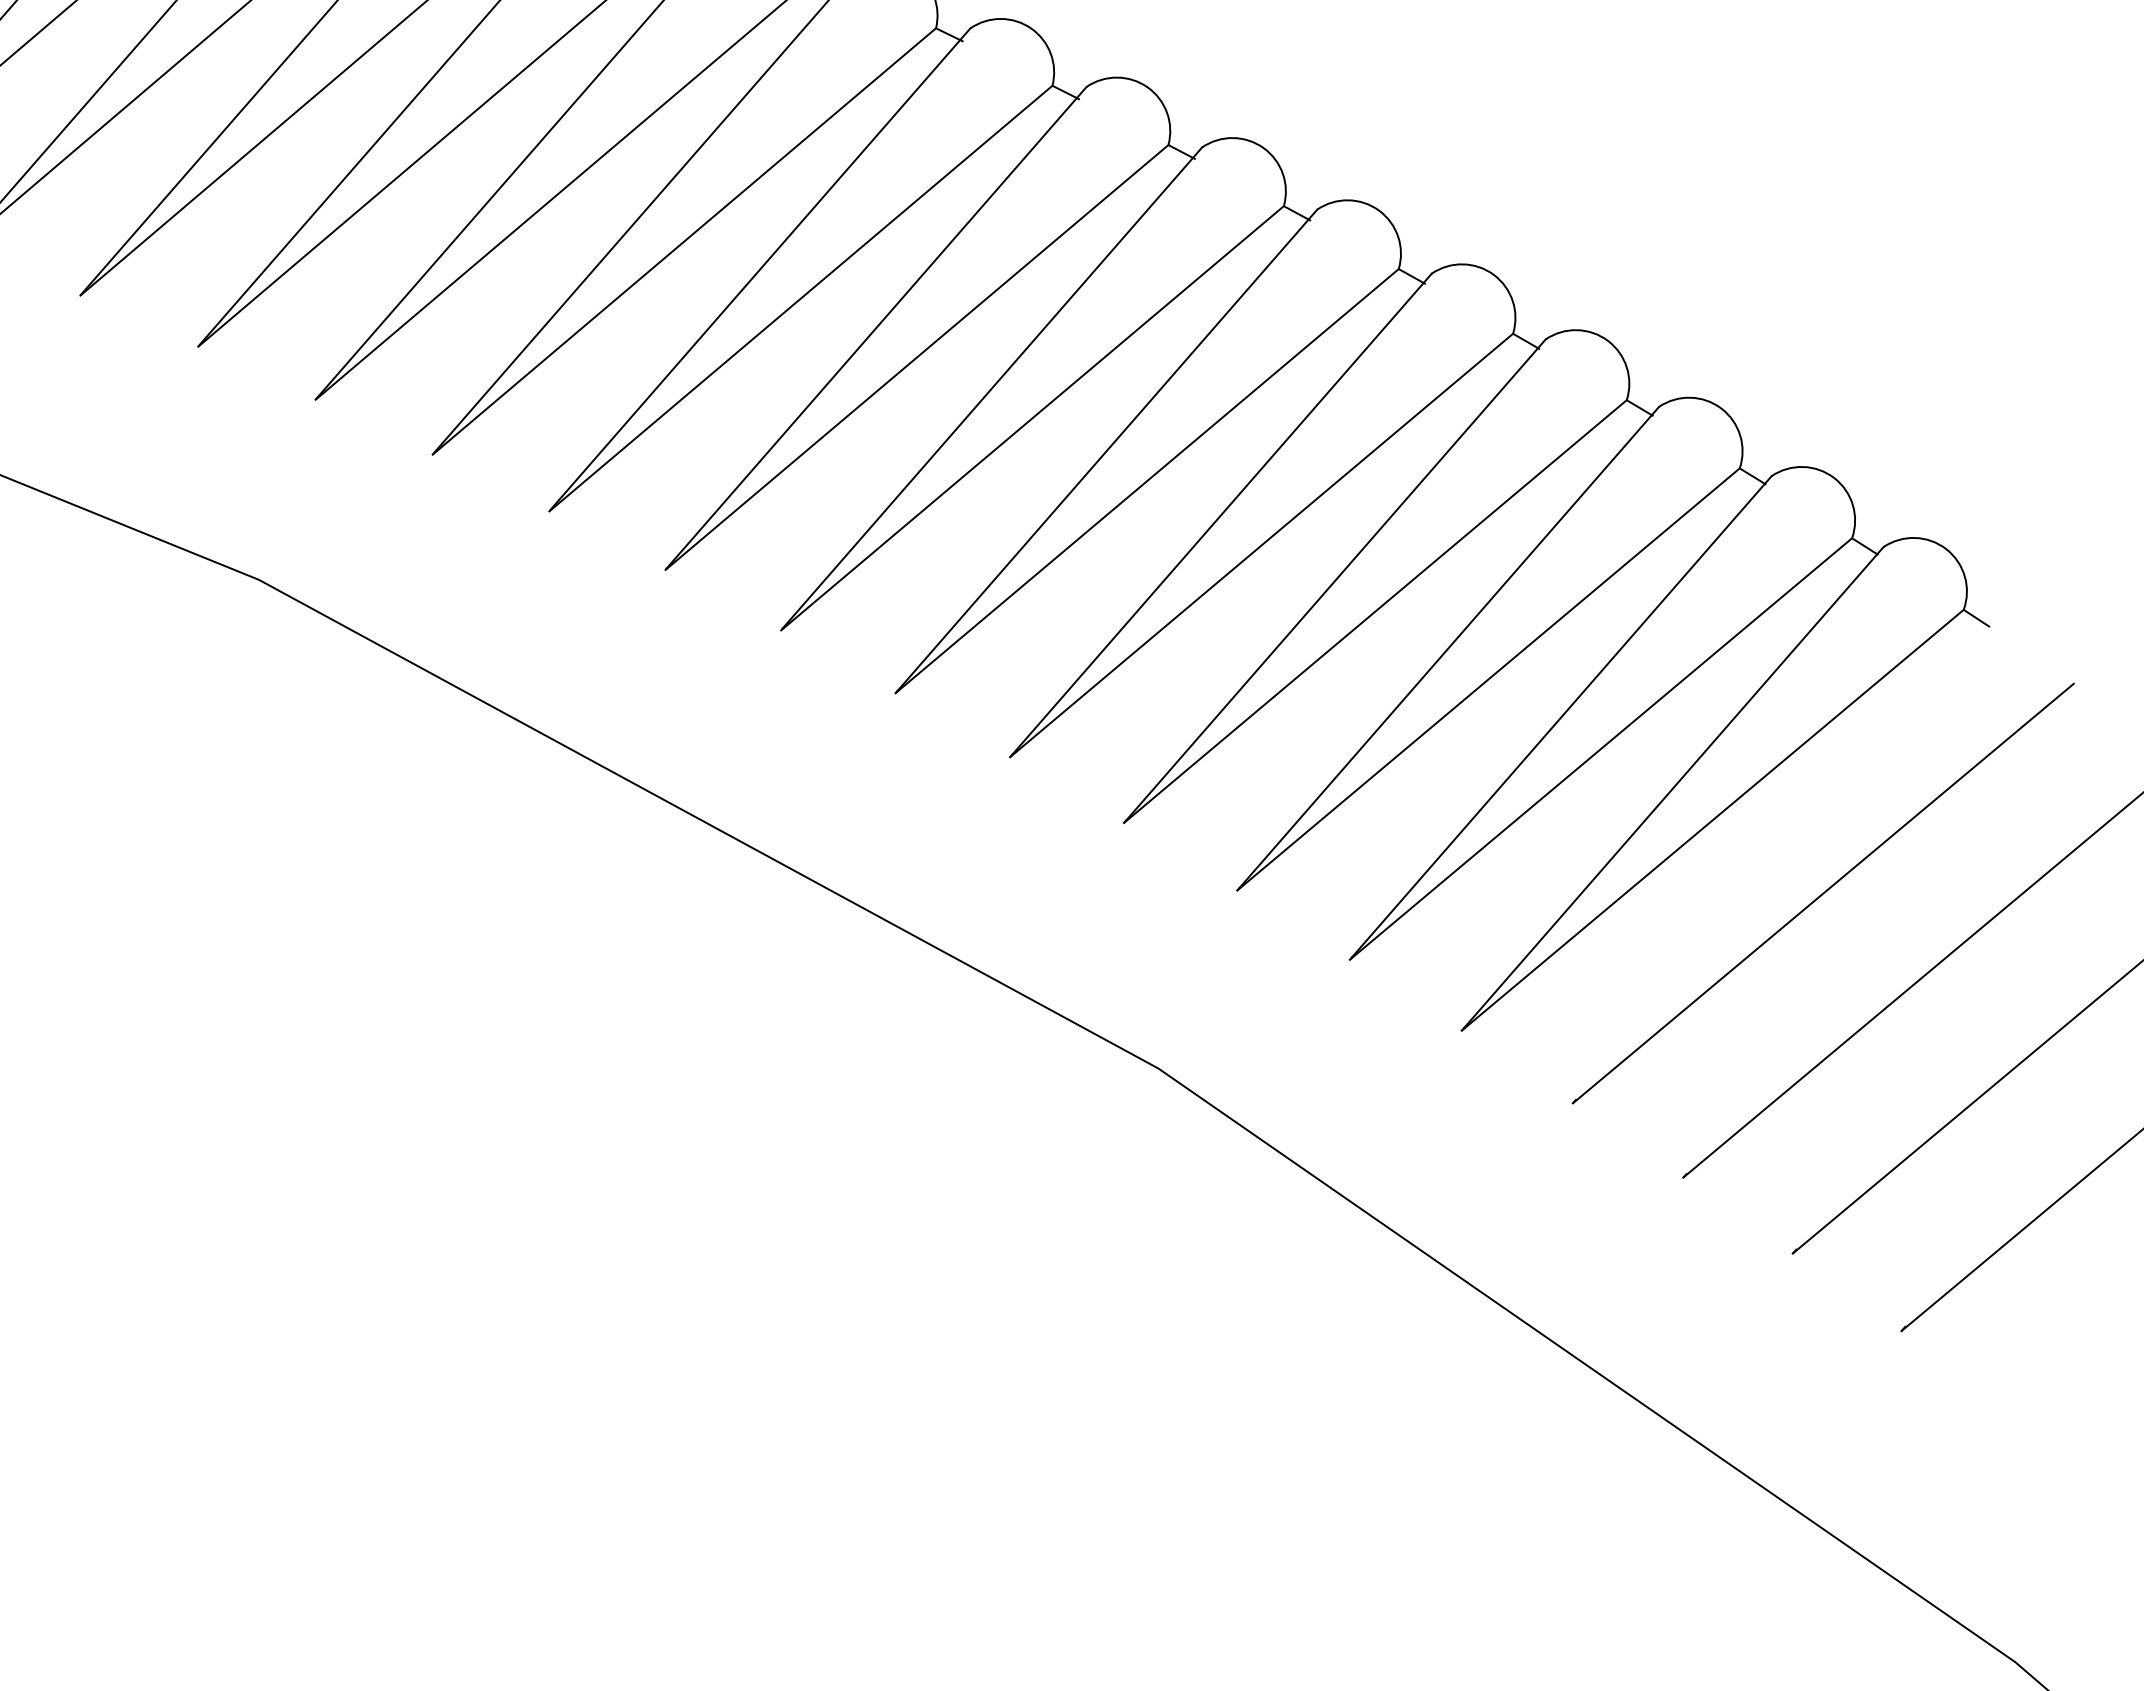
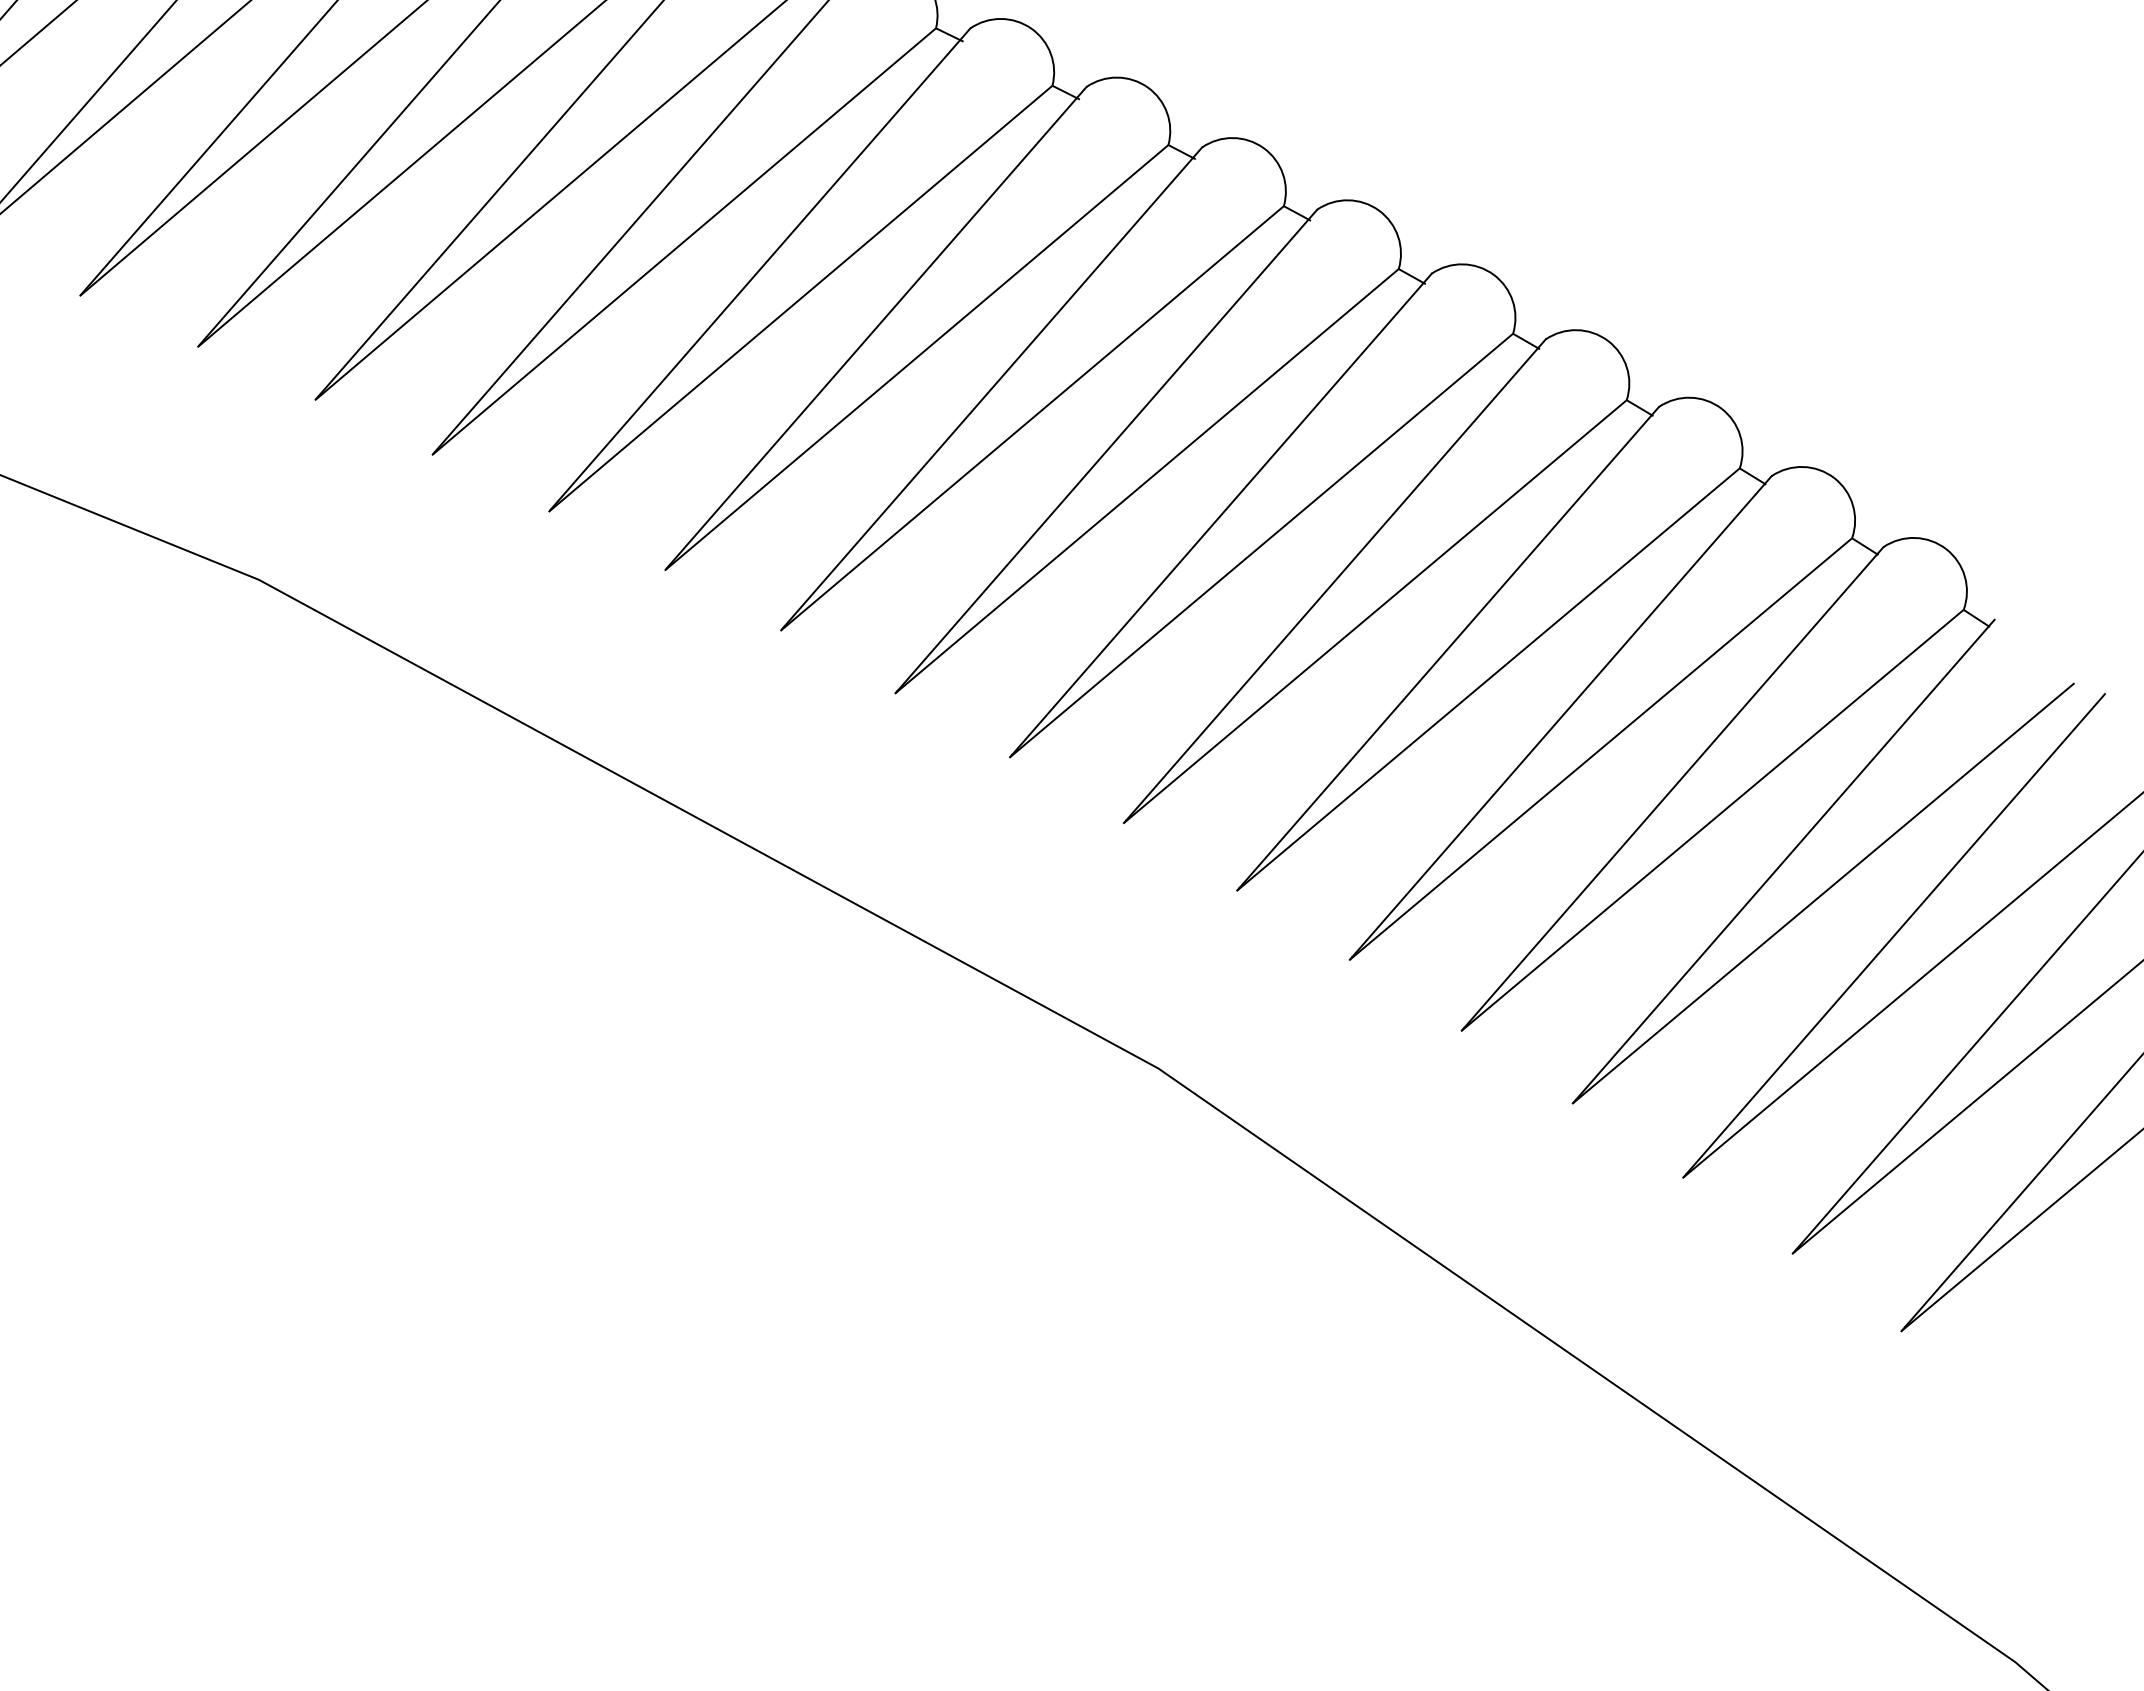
line at (1784, 859): none -> present
line at (1895, 934): none -> present
line at (1968, 1051): none -> present
line at (2022, 1191): none -> present
